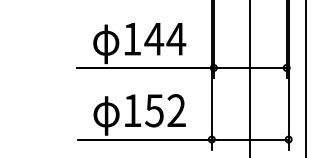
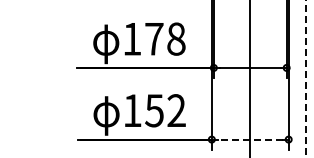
text at (165, 38): 144 -> 178
line at (306, 79): solid -> dashed
line at (249, 139): solid -> dashed
